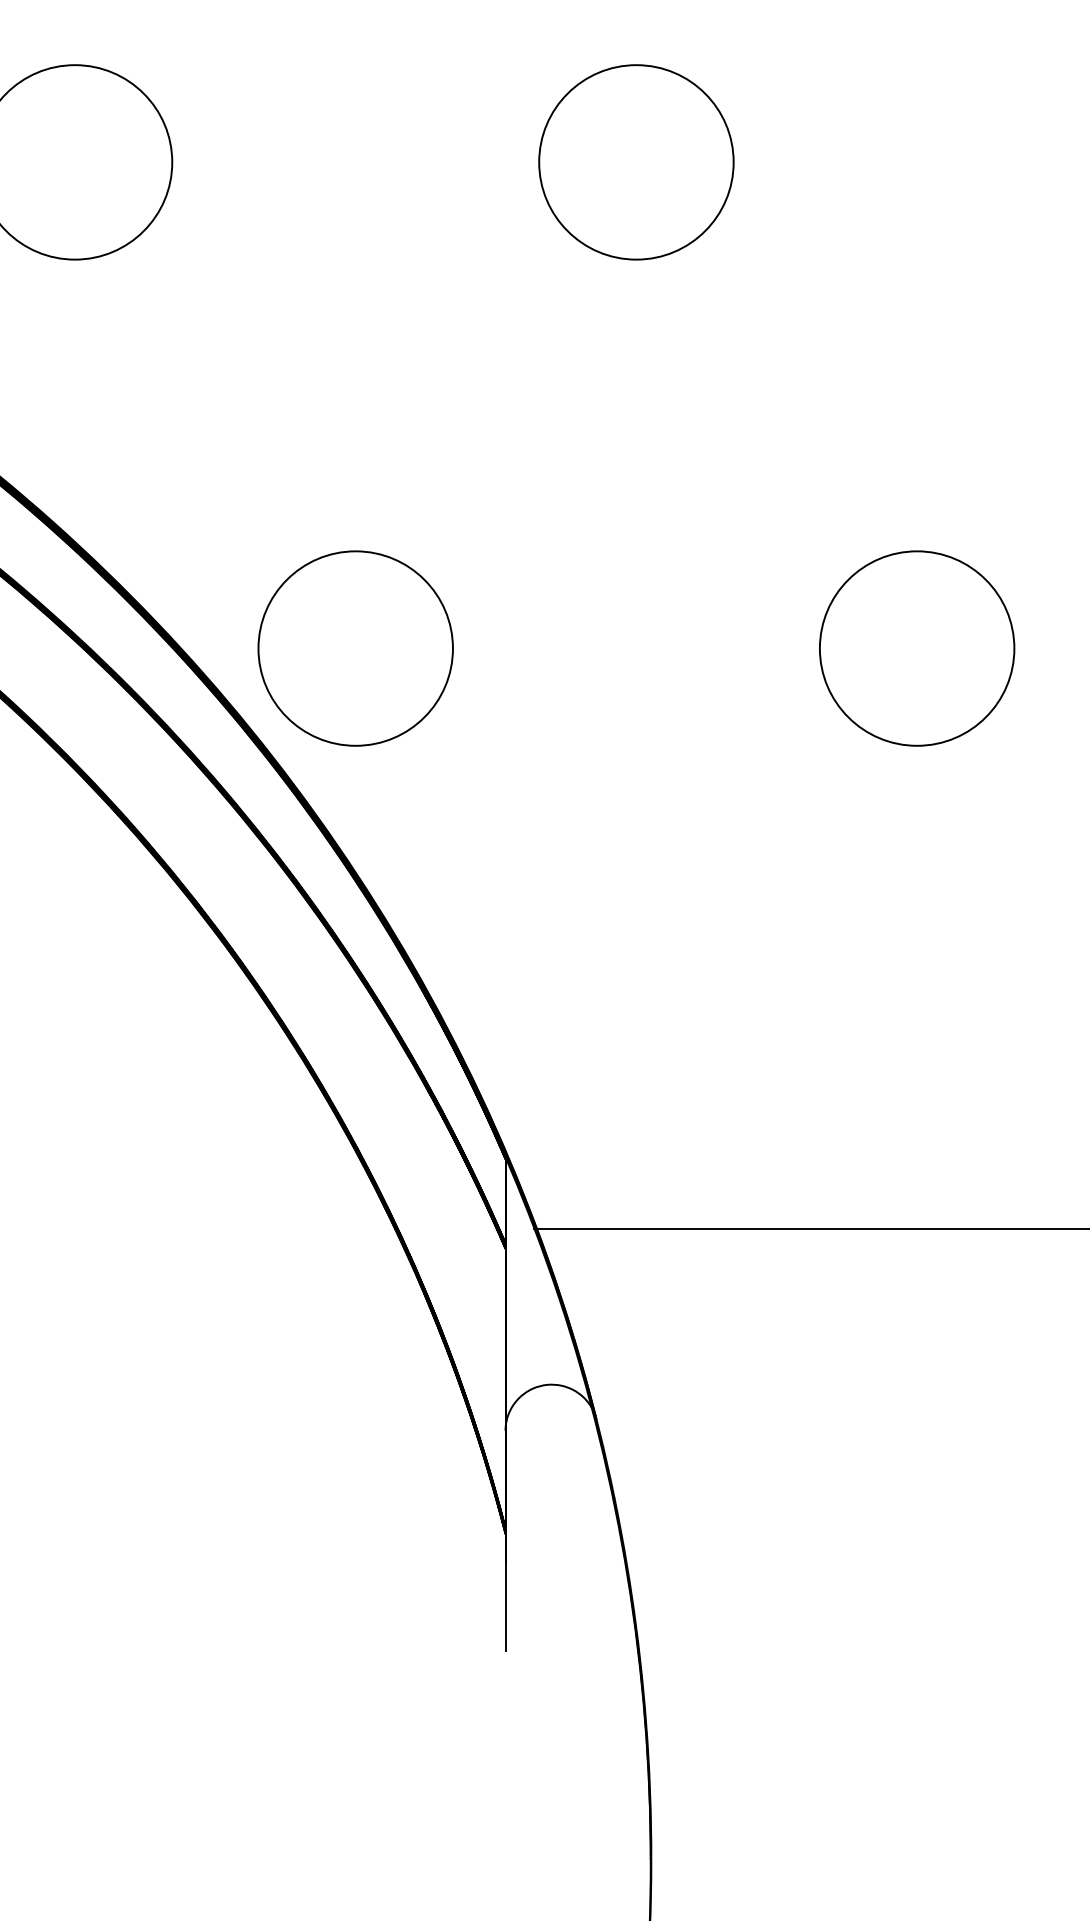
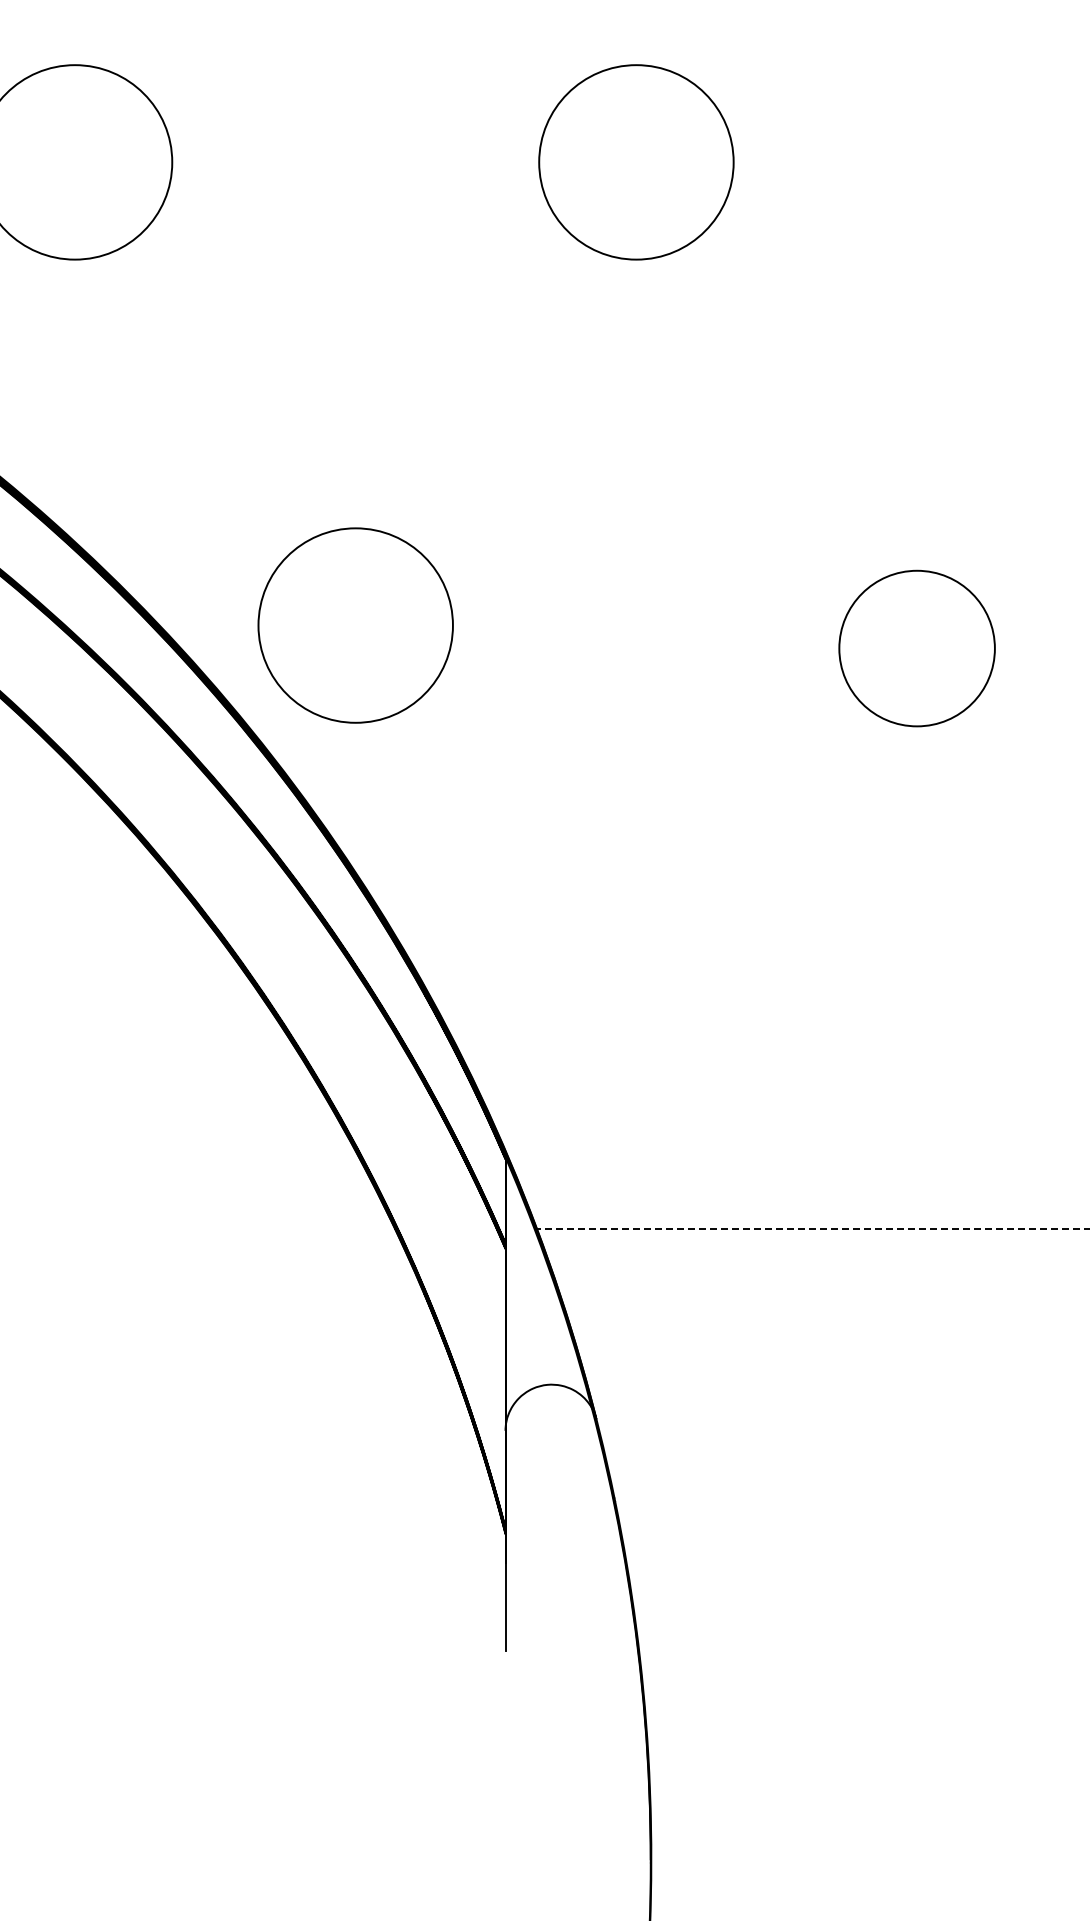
circle at (355, 648) position: (355, 648) -> (355, 625)
circle at (916, 648) diameter: 194 px -> 156 px
line at (812, 1228): solid -> dashed
